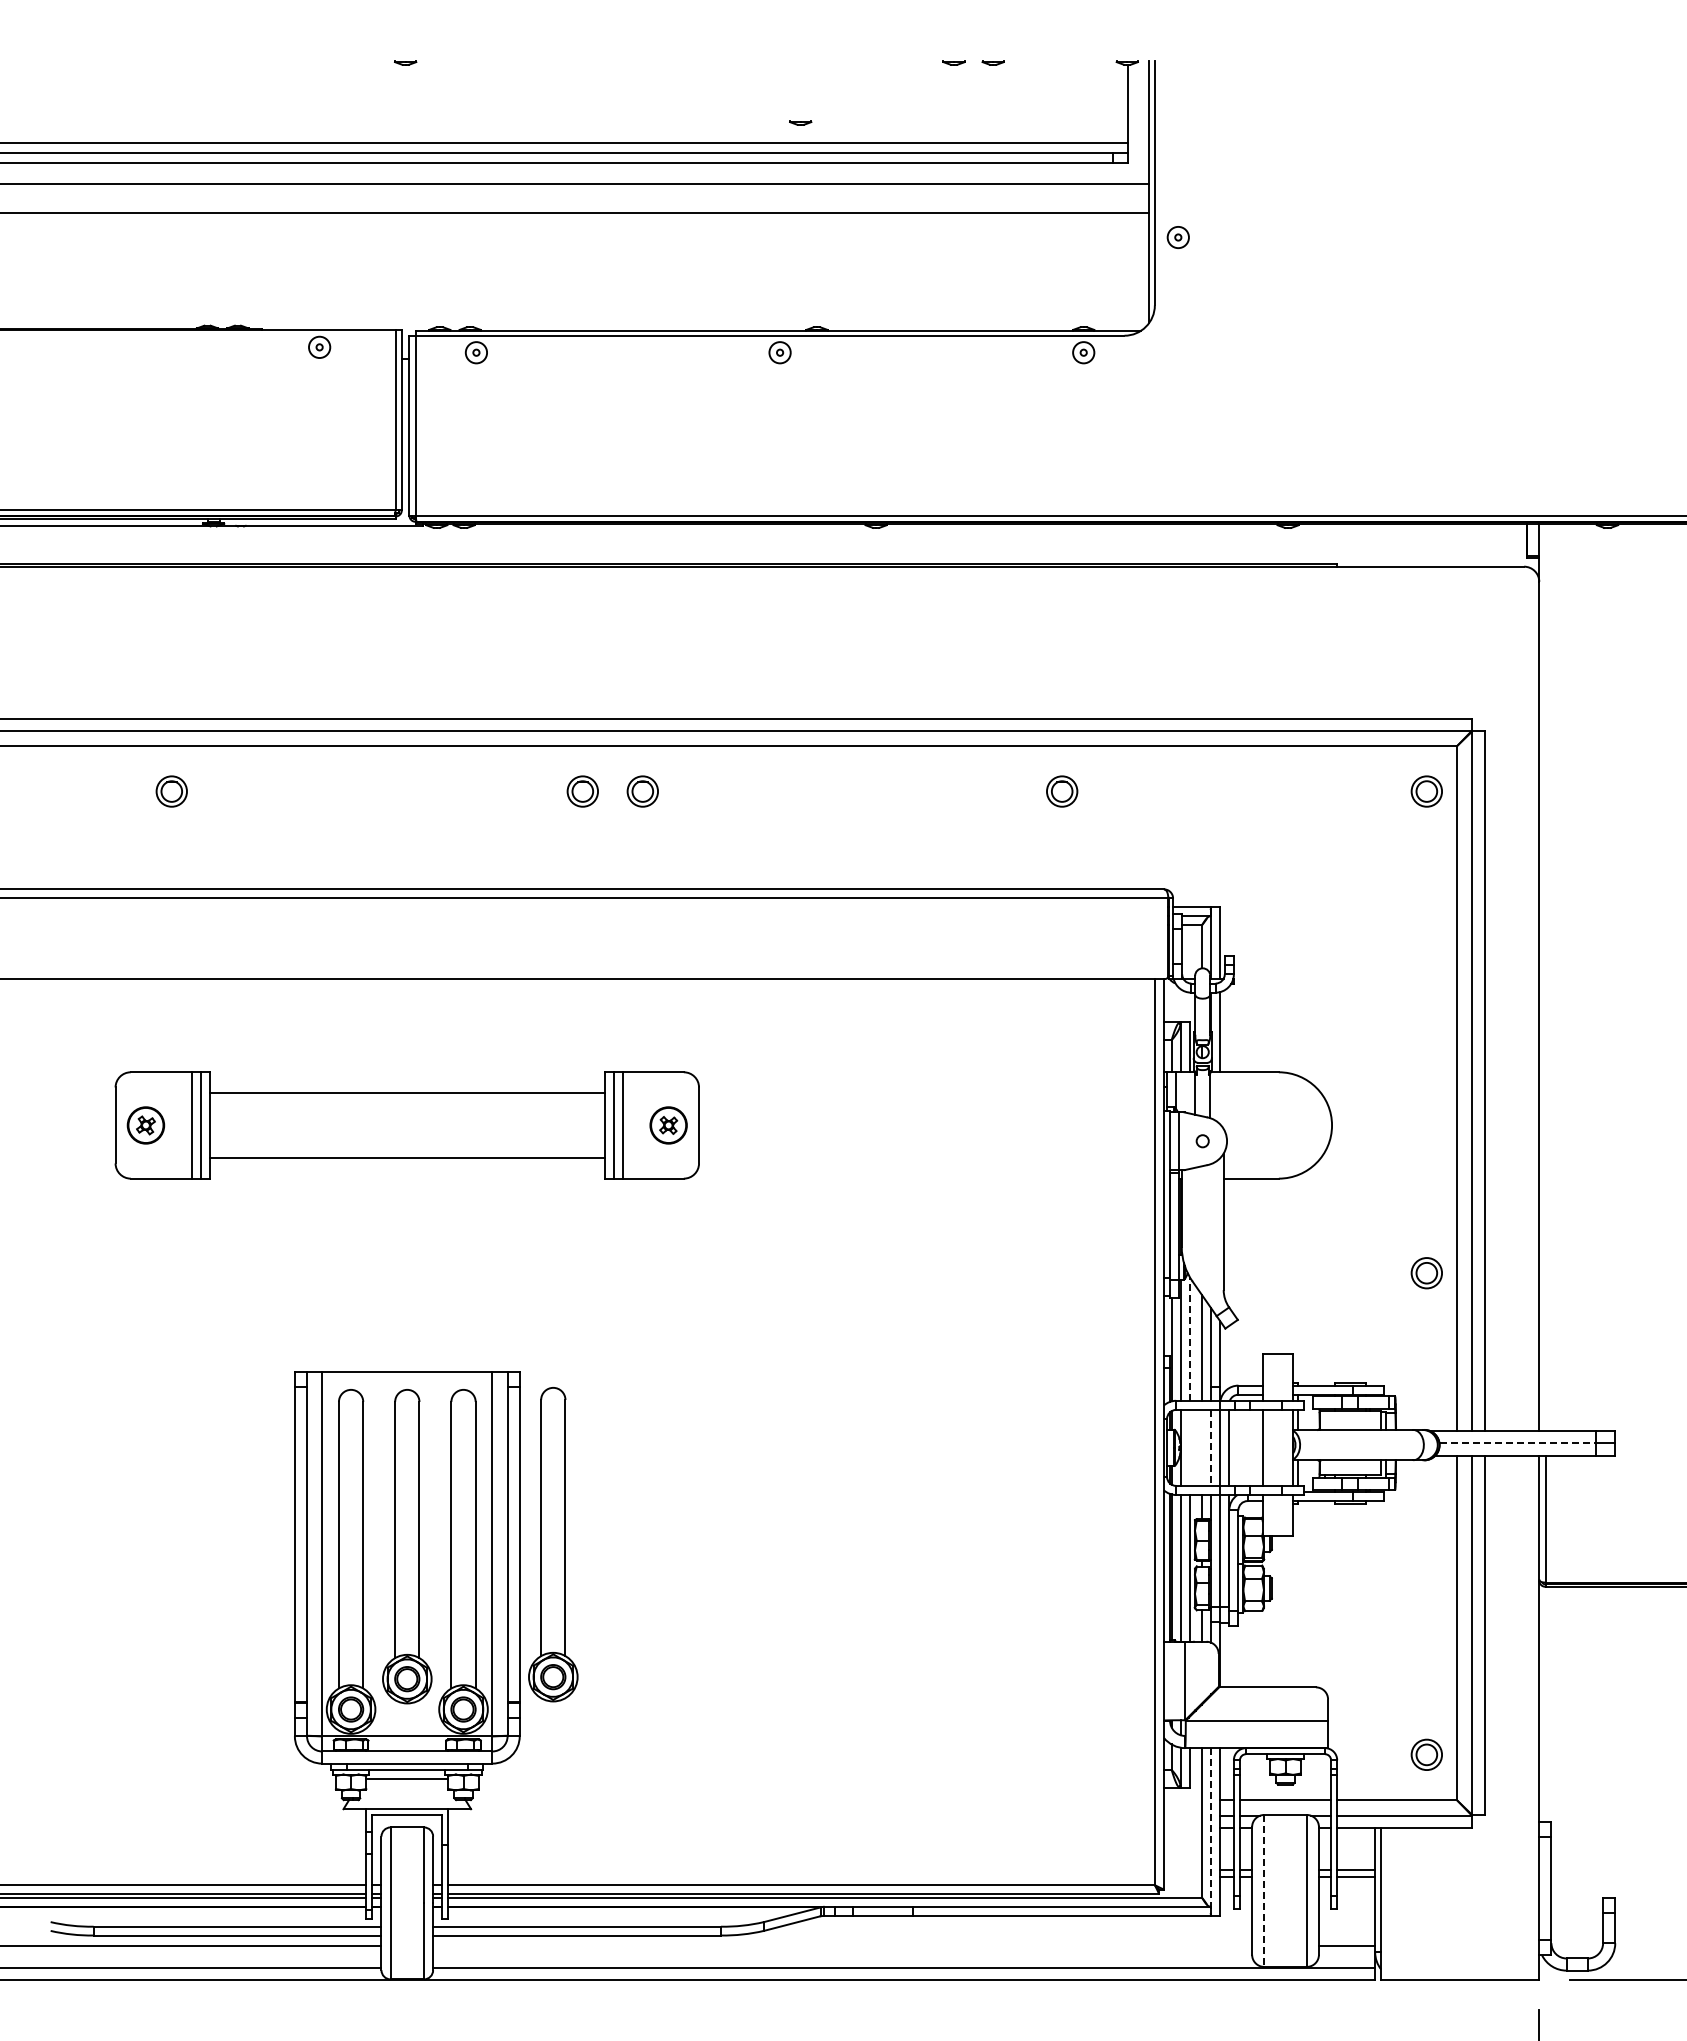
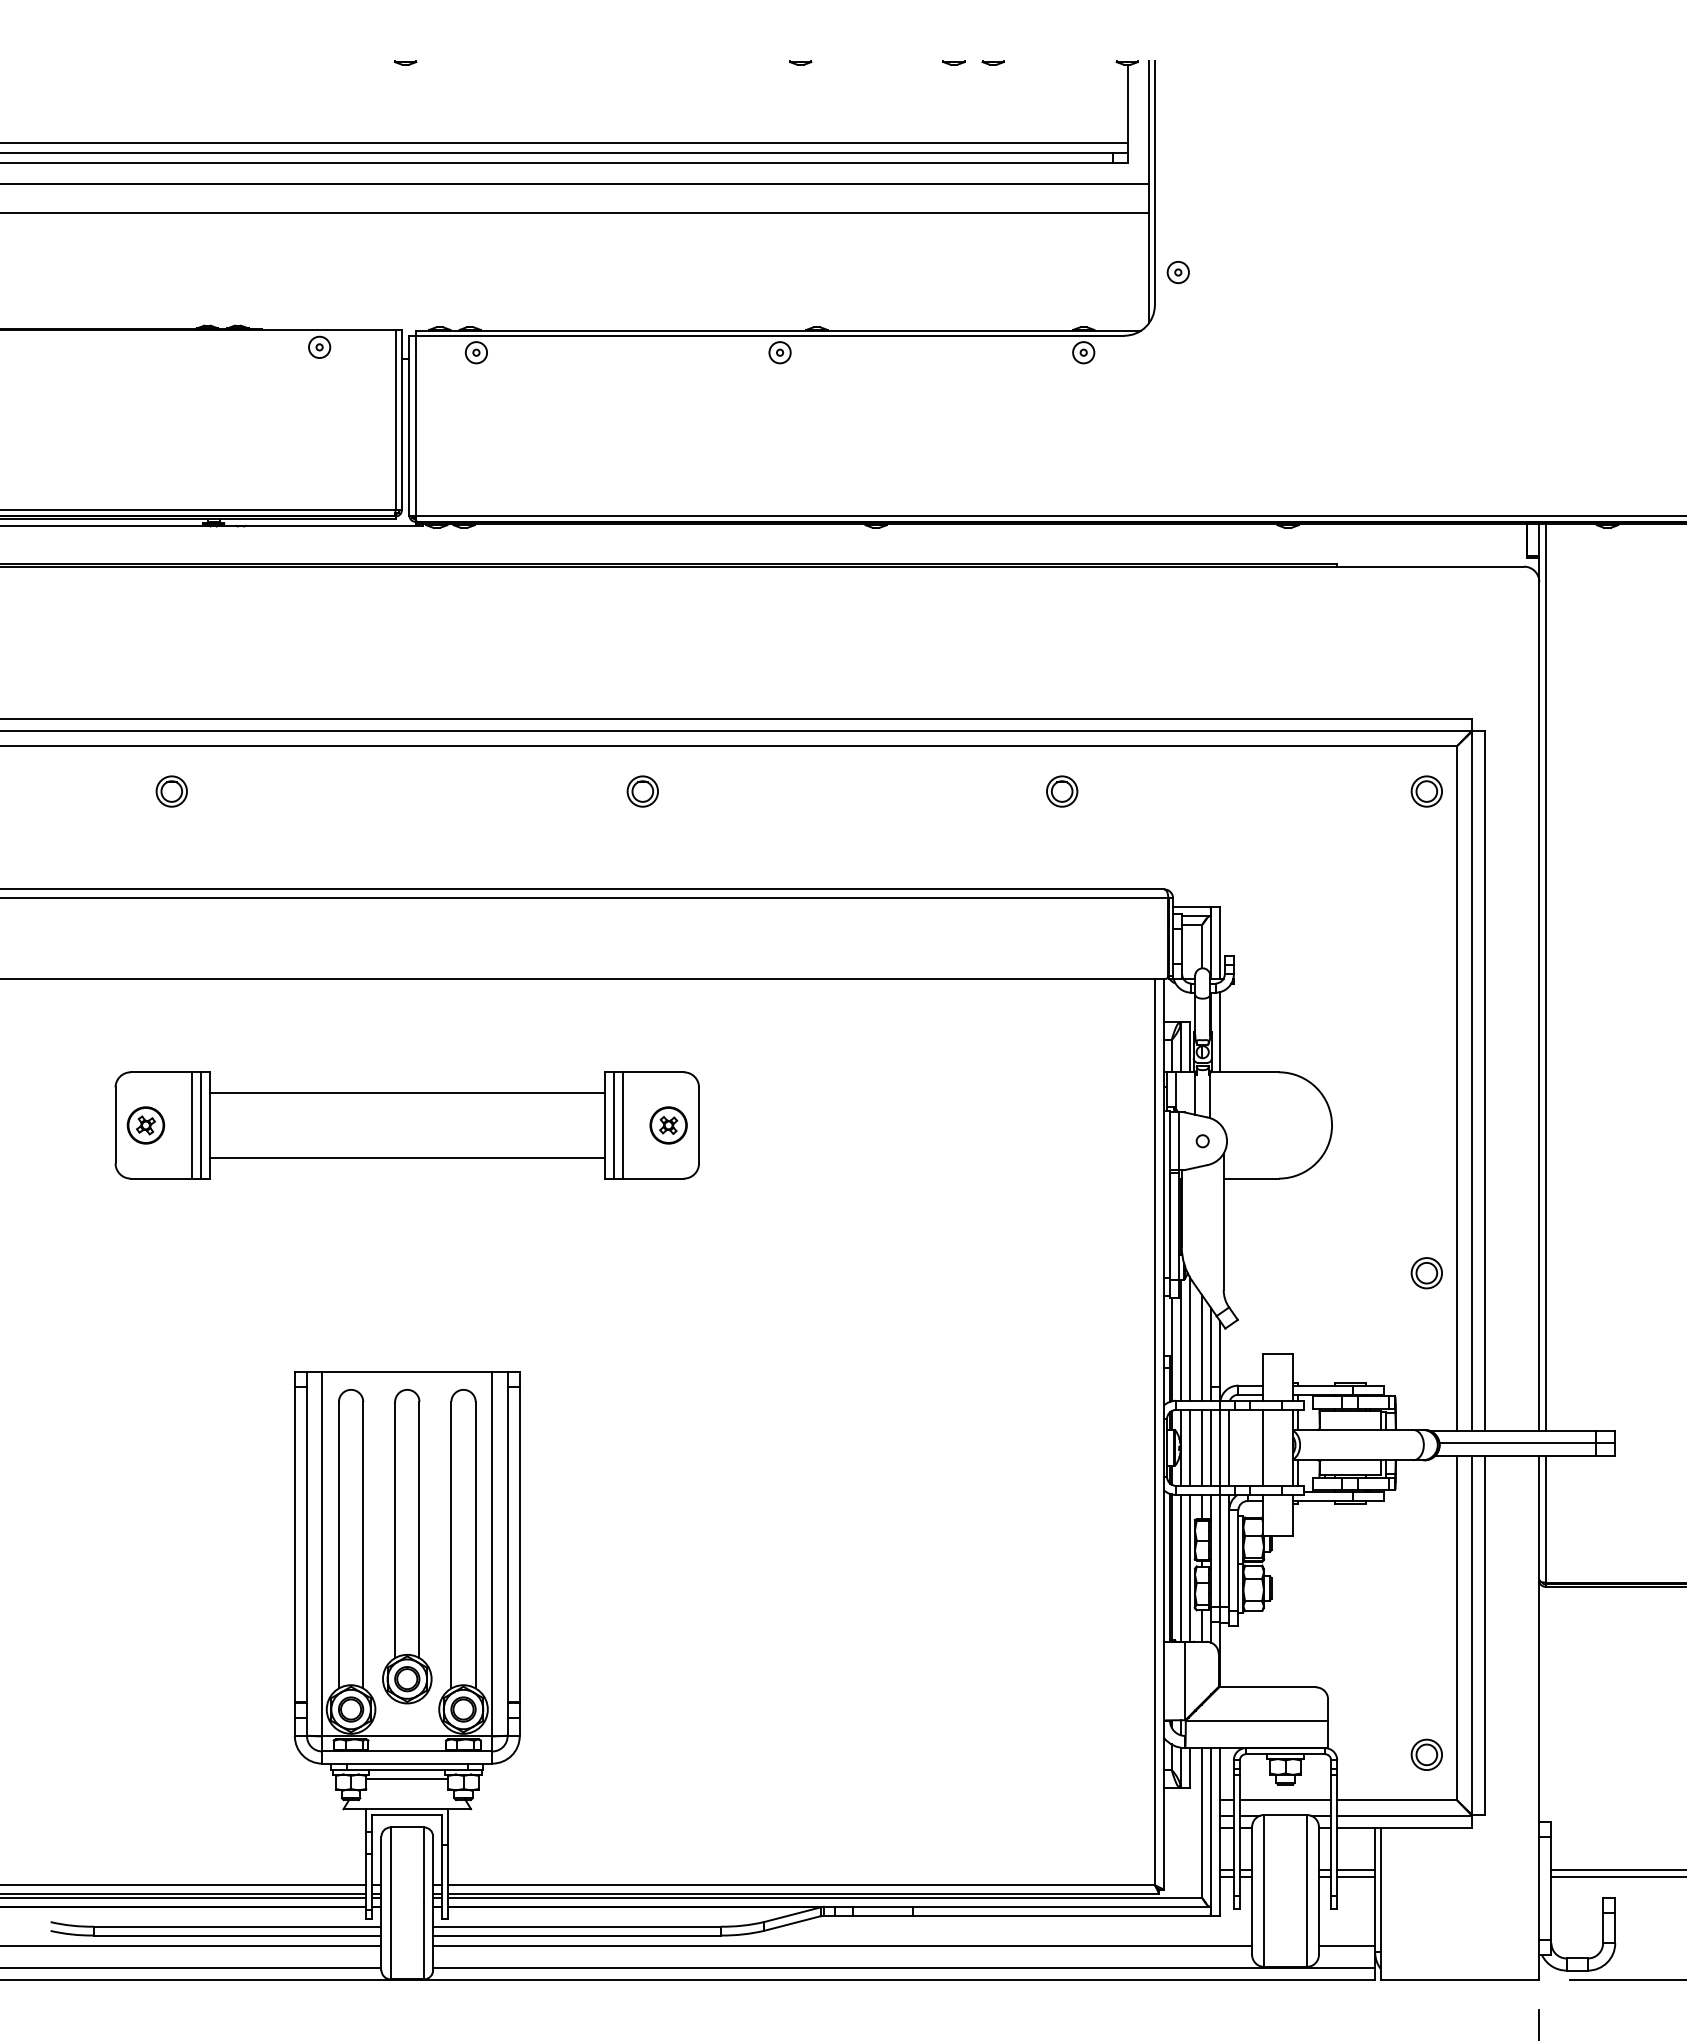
part at (800, 122) position: (800, 122) -> (800, 62)
part at (1177, 237) position: (1177, 237) -> (1177, 272)
part at (582, 791): present -> none
line at (1545, 977): none -> present
line at (1189, 1338): dashed -> solid
line at (1518, 1443): dashed -> solid
line at (1189, 1447): none -> present
line at (1201, 1447): none -> present
line at (1211, 1447): dashed -> solid
part at (553, 1544): present -> none
line at (1211, 1832): dashed -> solid
line at (1617, 1870): none -> present
line at (1617, 1876): none -> present
line at (1264, 1890): dashed -> solid
line at (842, 1946): none -> present
